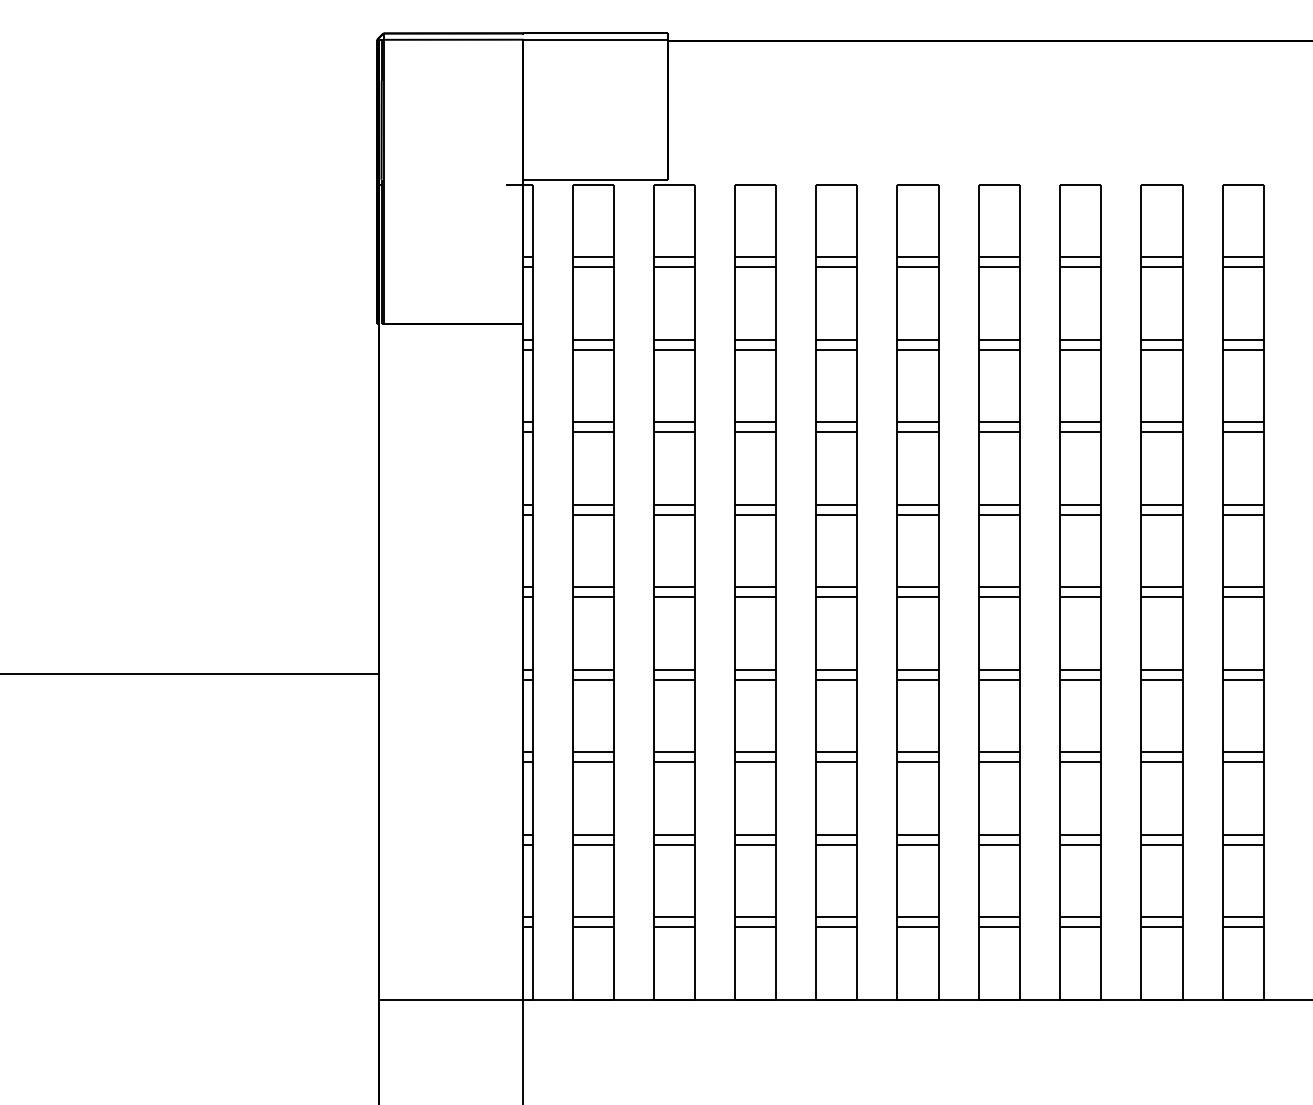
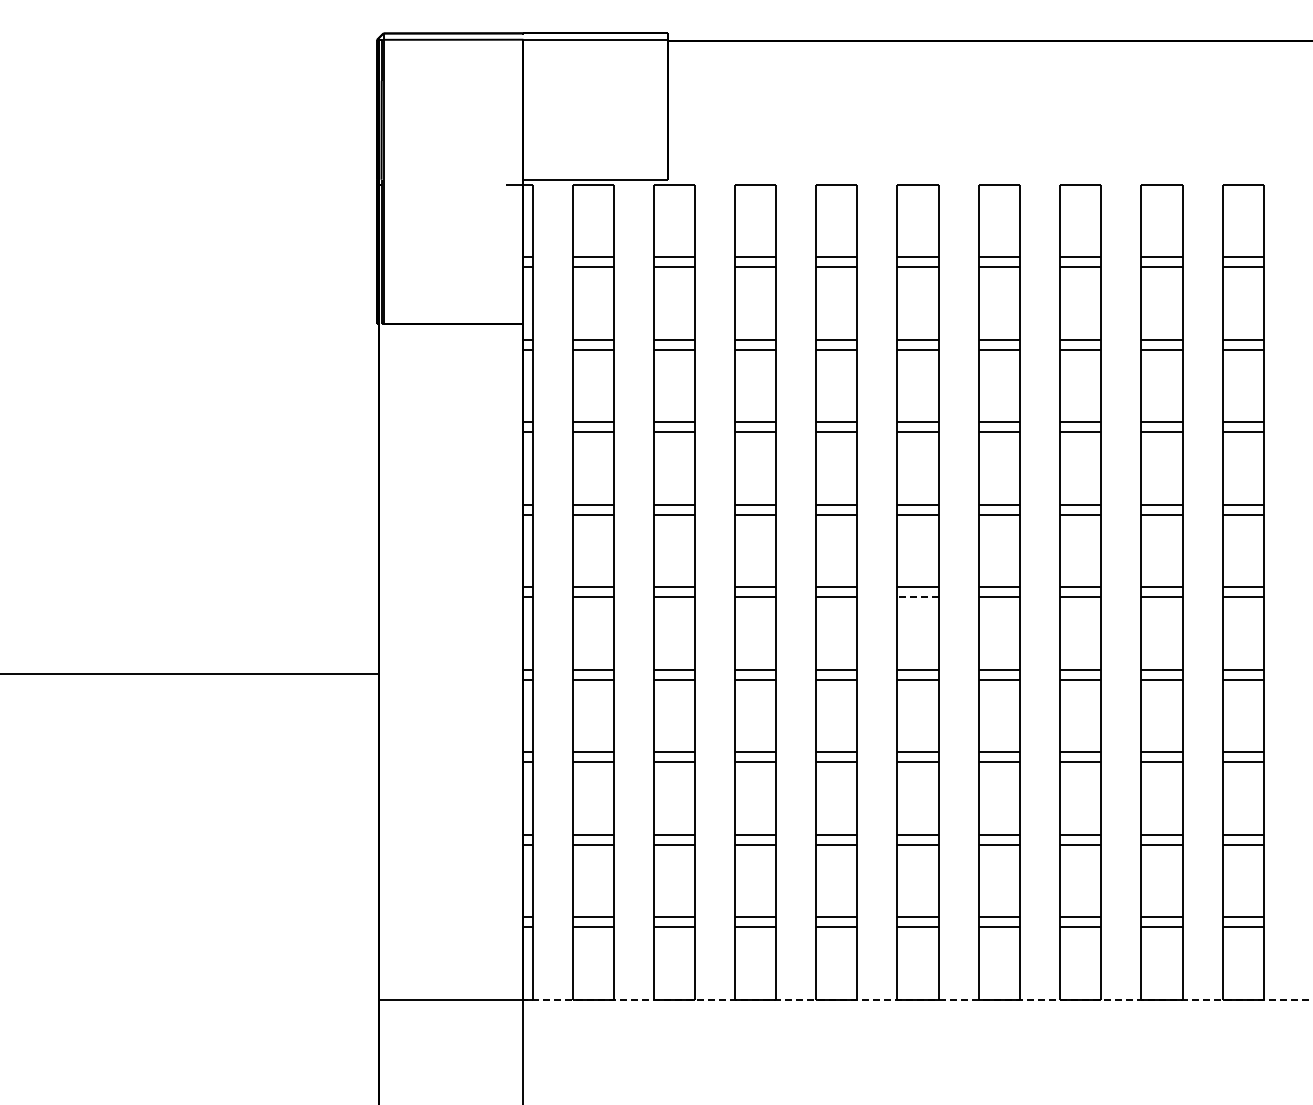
line at (918, 597): solid -> dashed
line at (917, 999): solid -> dashed
